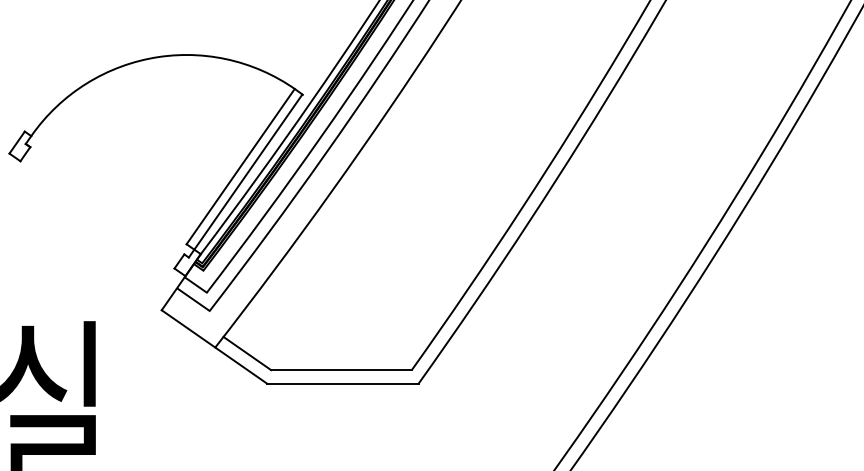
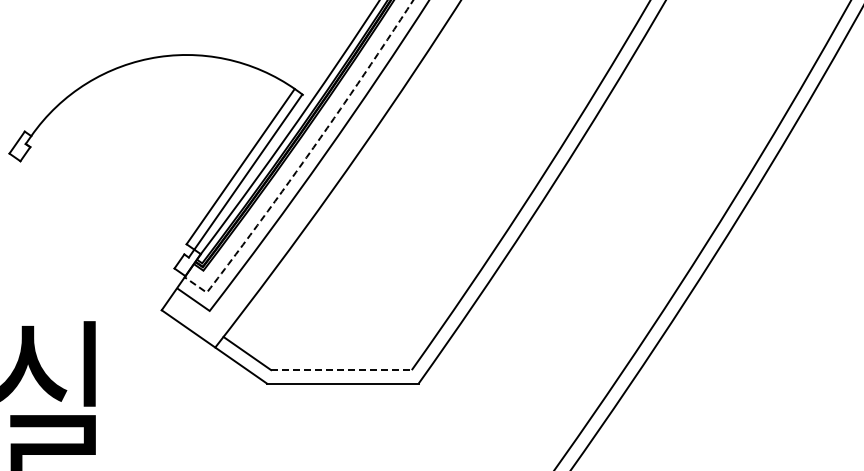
line at (304, 159): solid -> dashed
line at (341, 370): solid -> dashed
